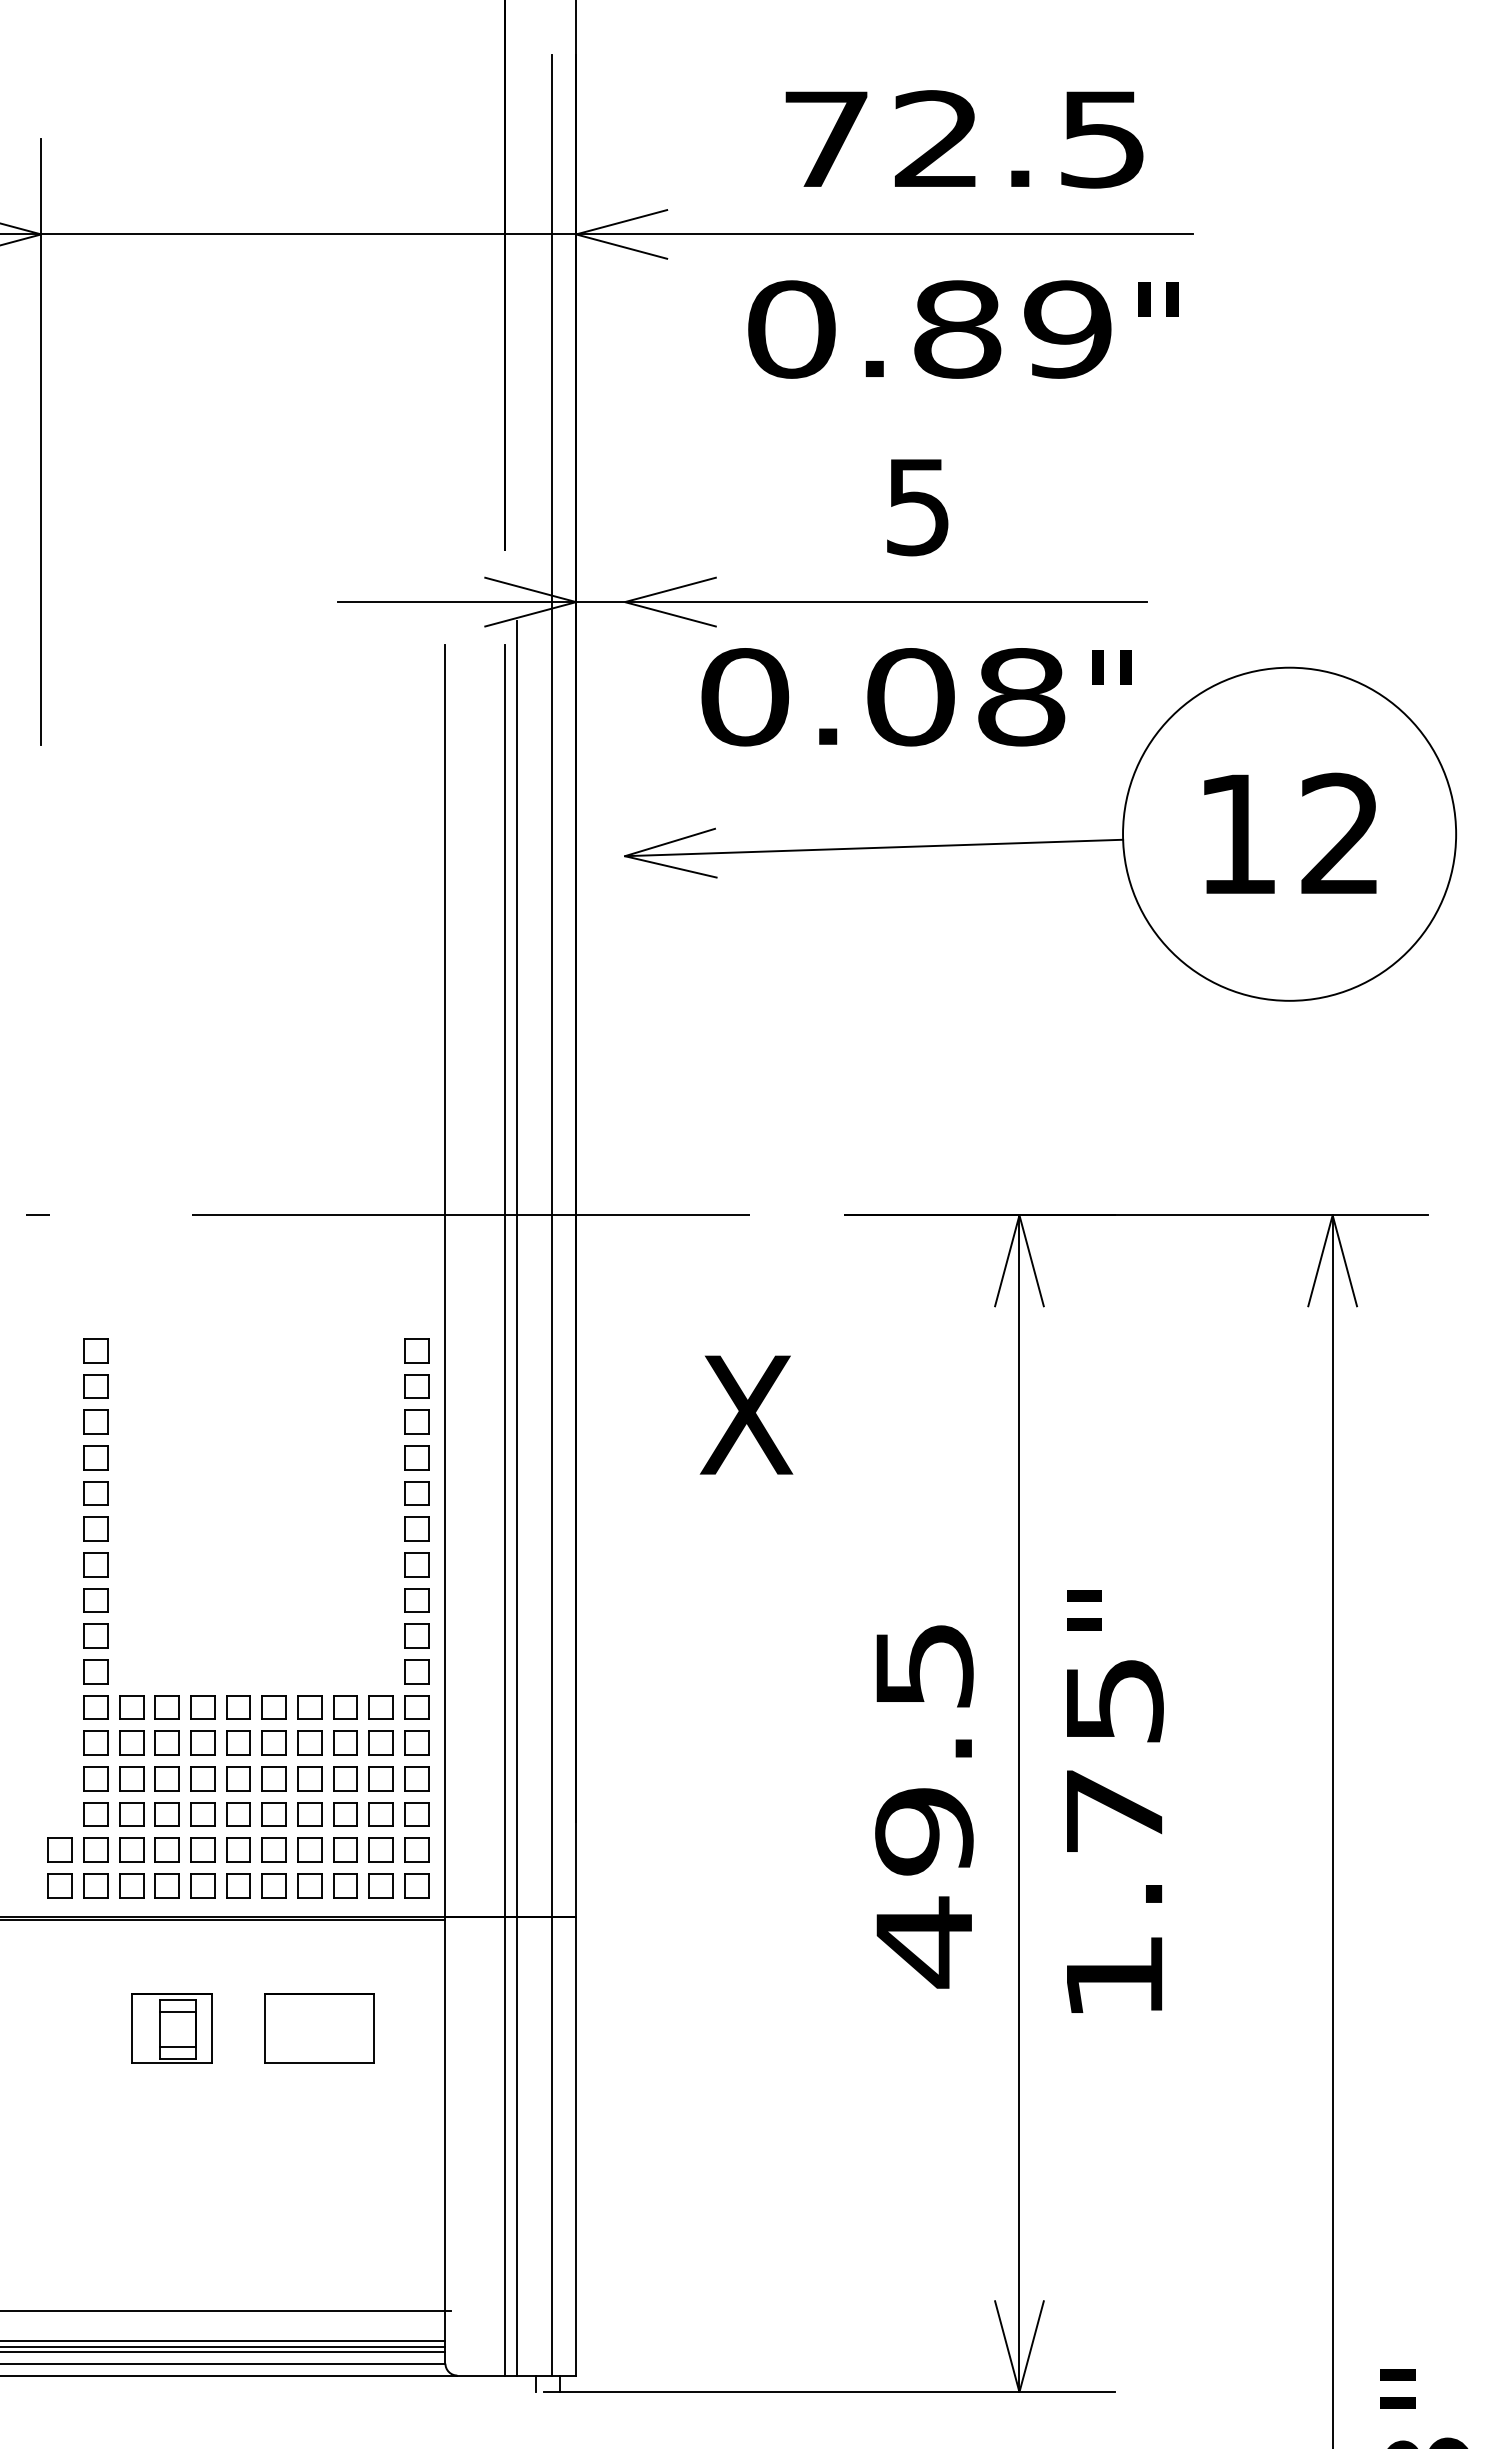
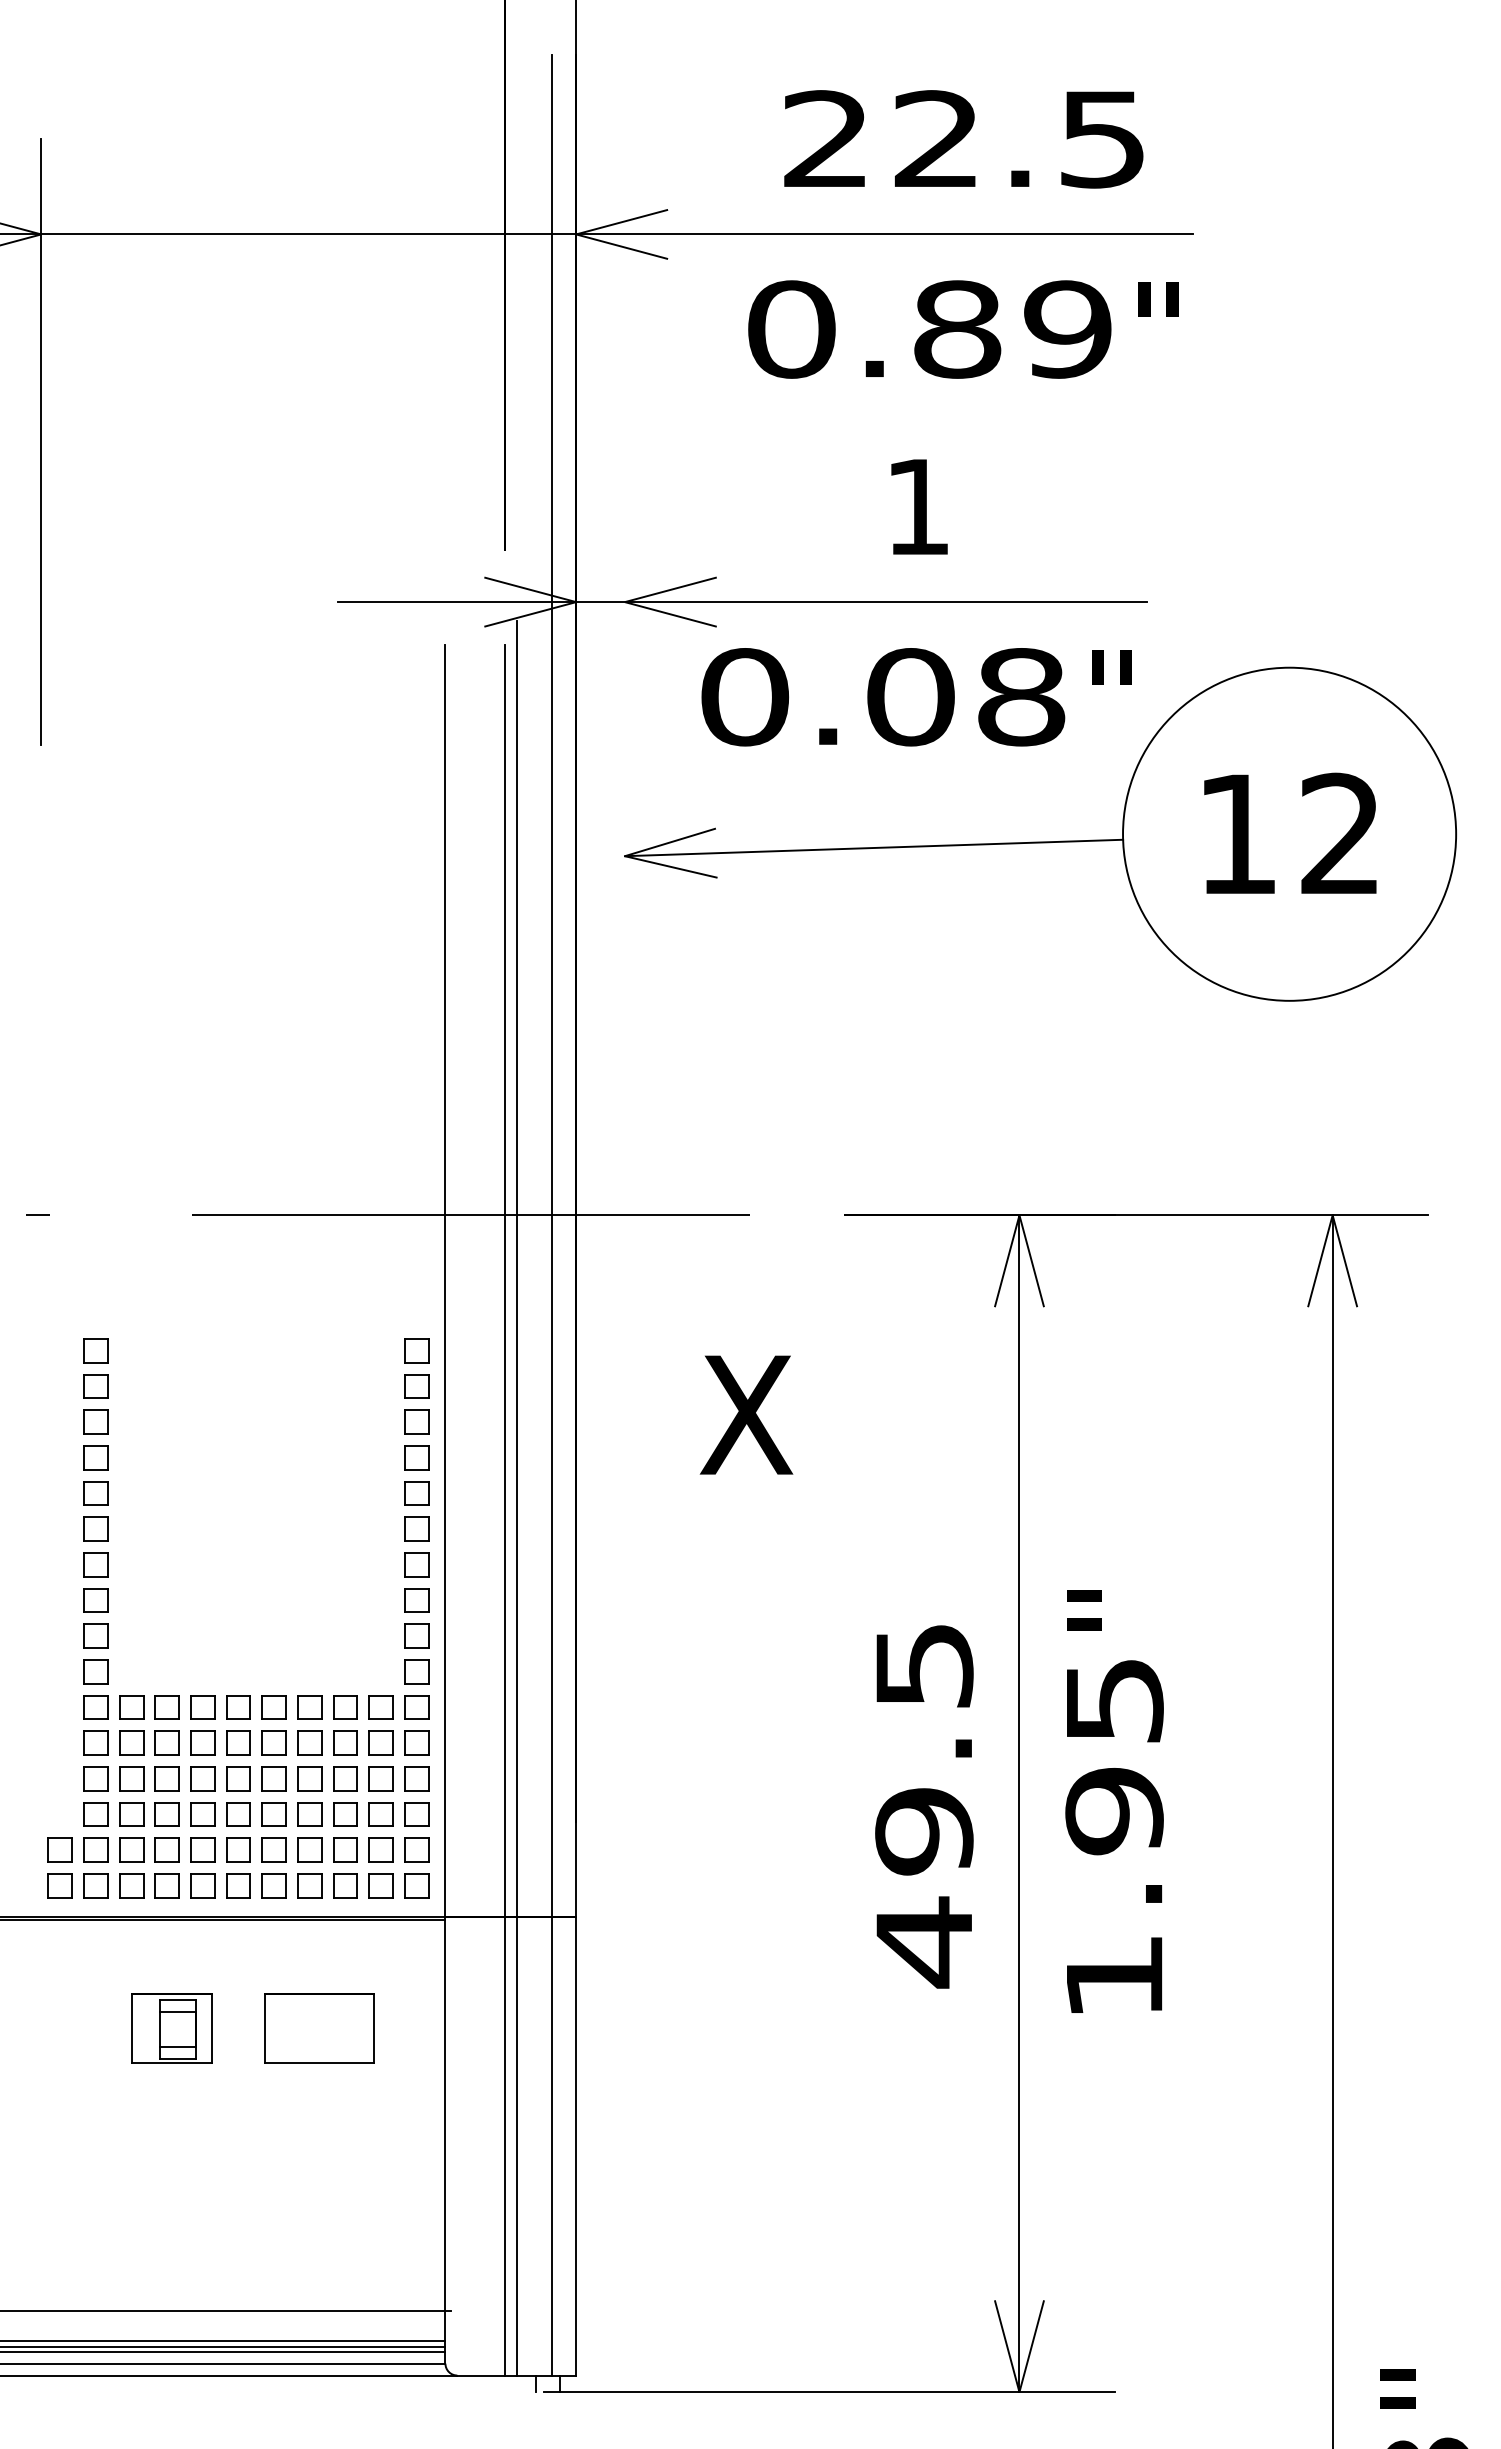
text at (825, 138): 72.5 -> 22.5
text at (917, 507): 5 -> 1
text at (1114, 1811): 1.75 -> 1.95
